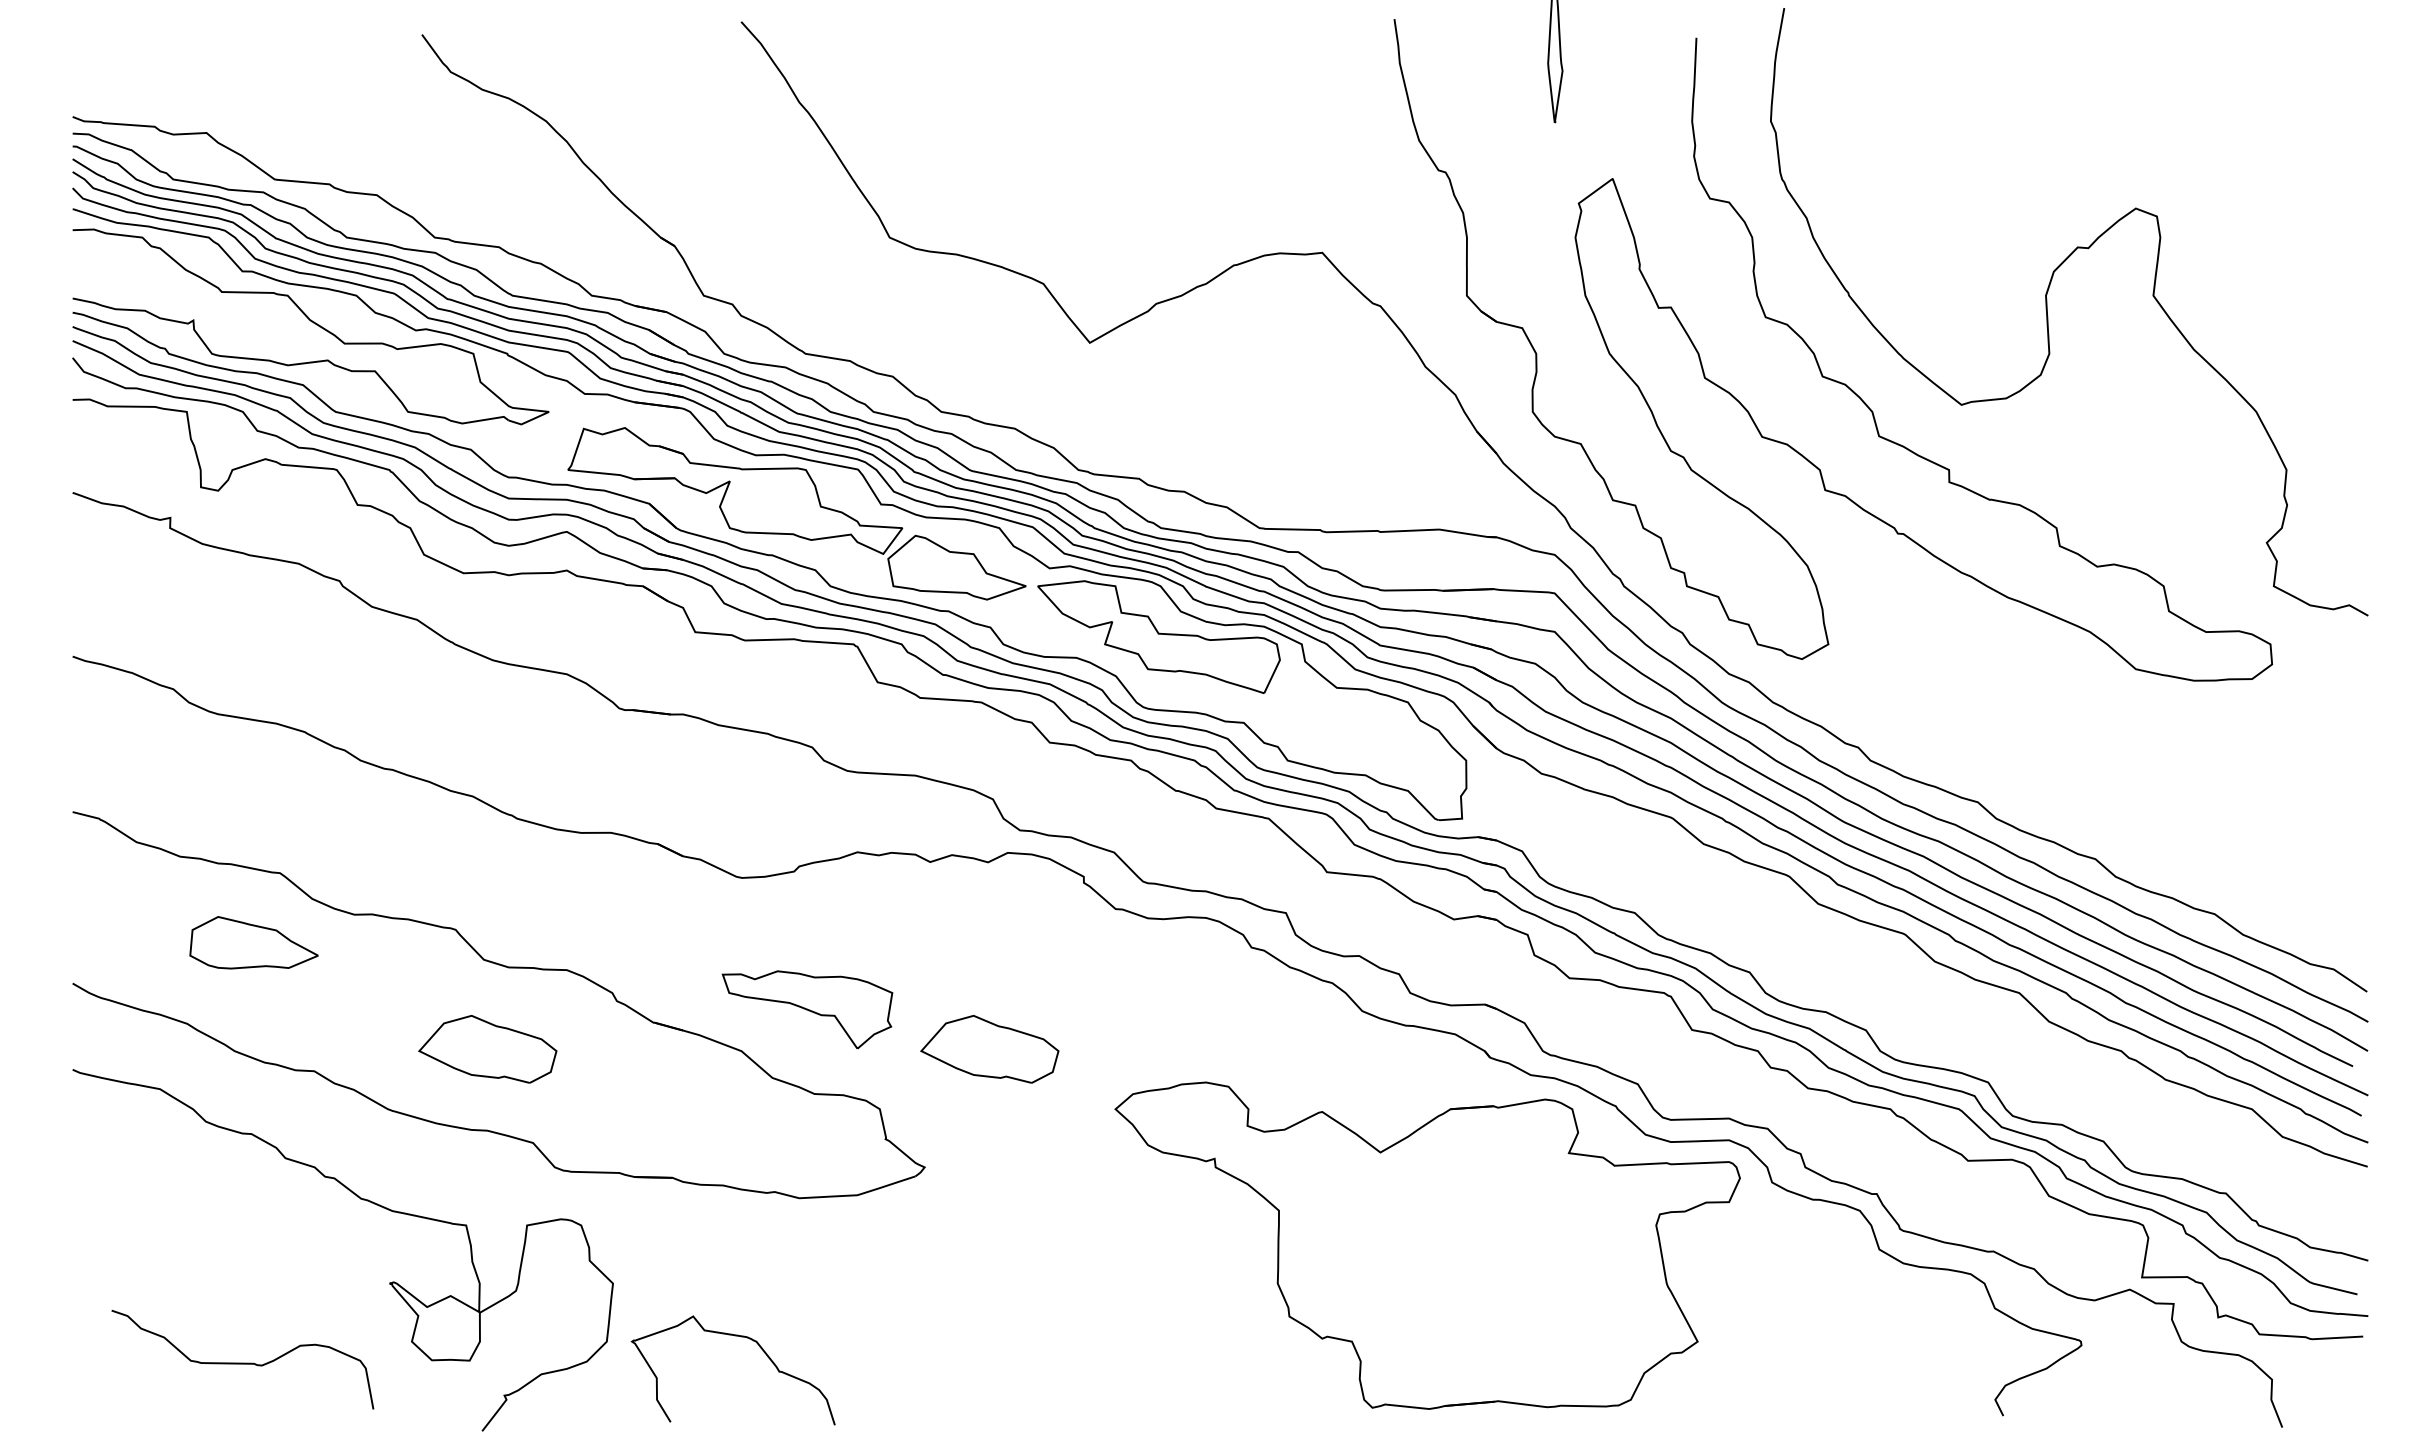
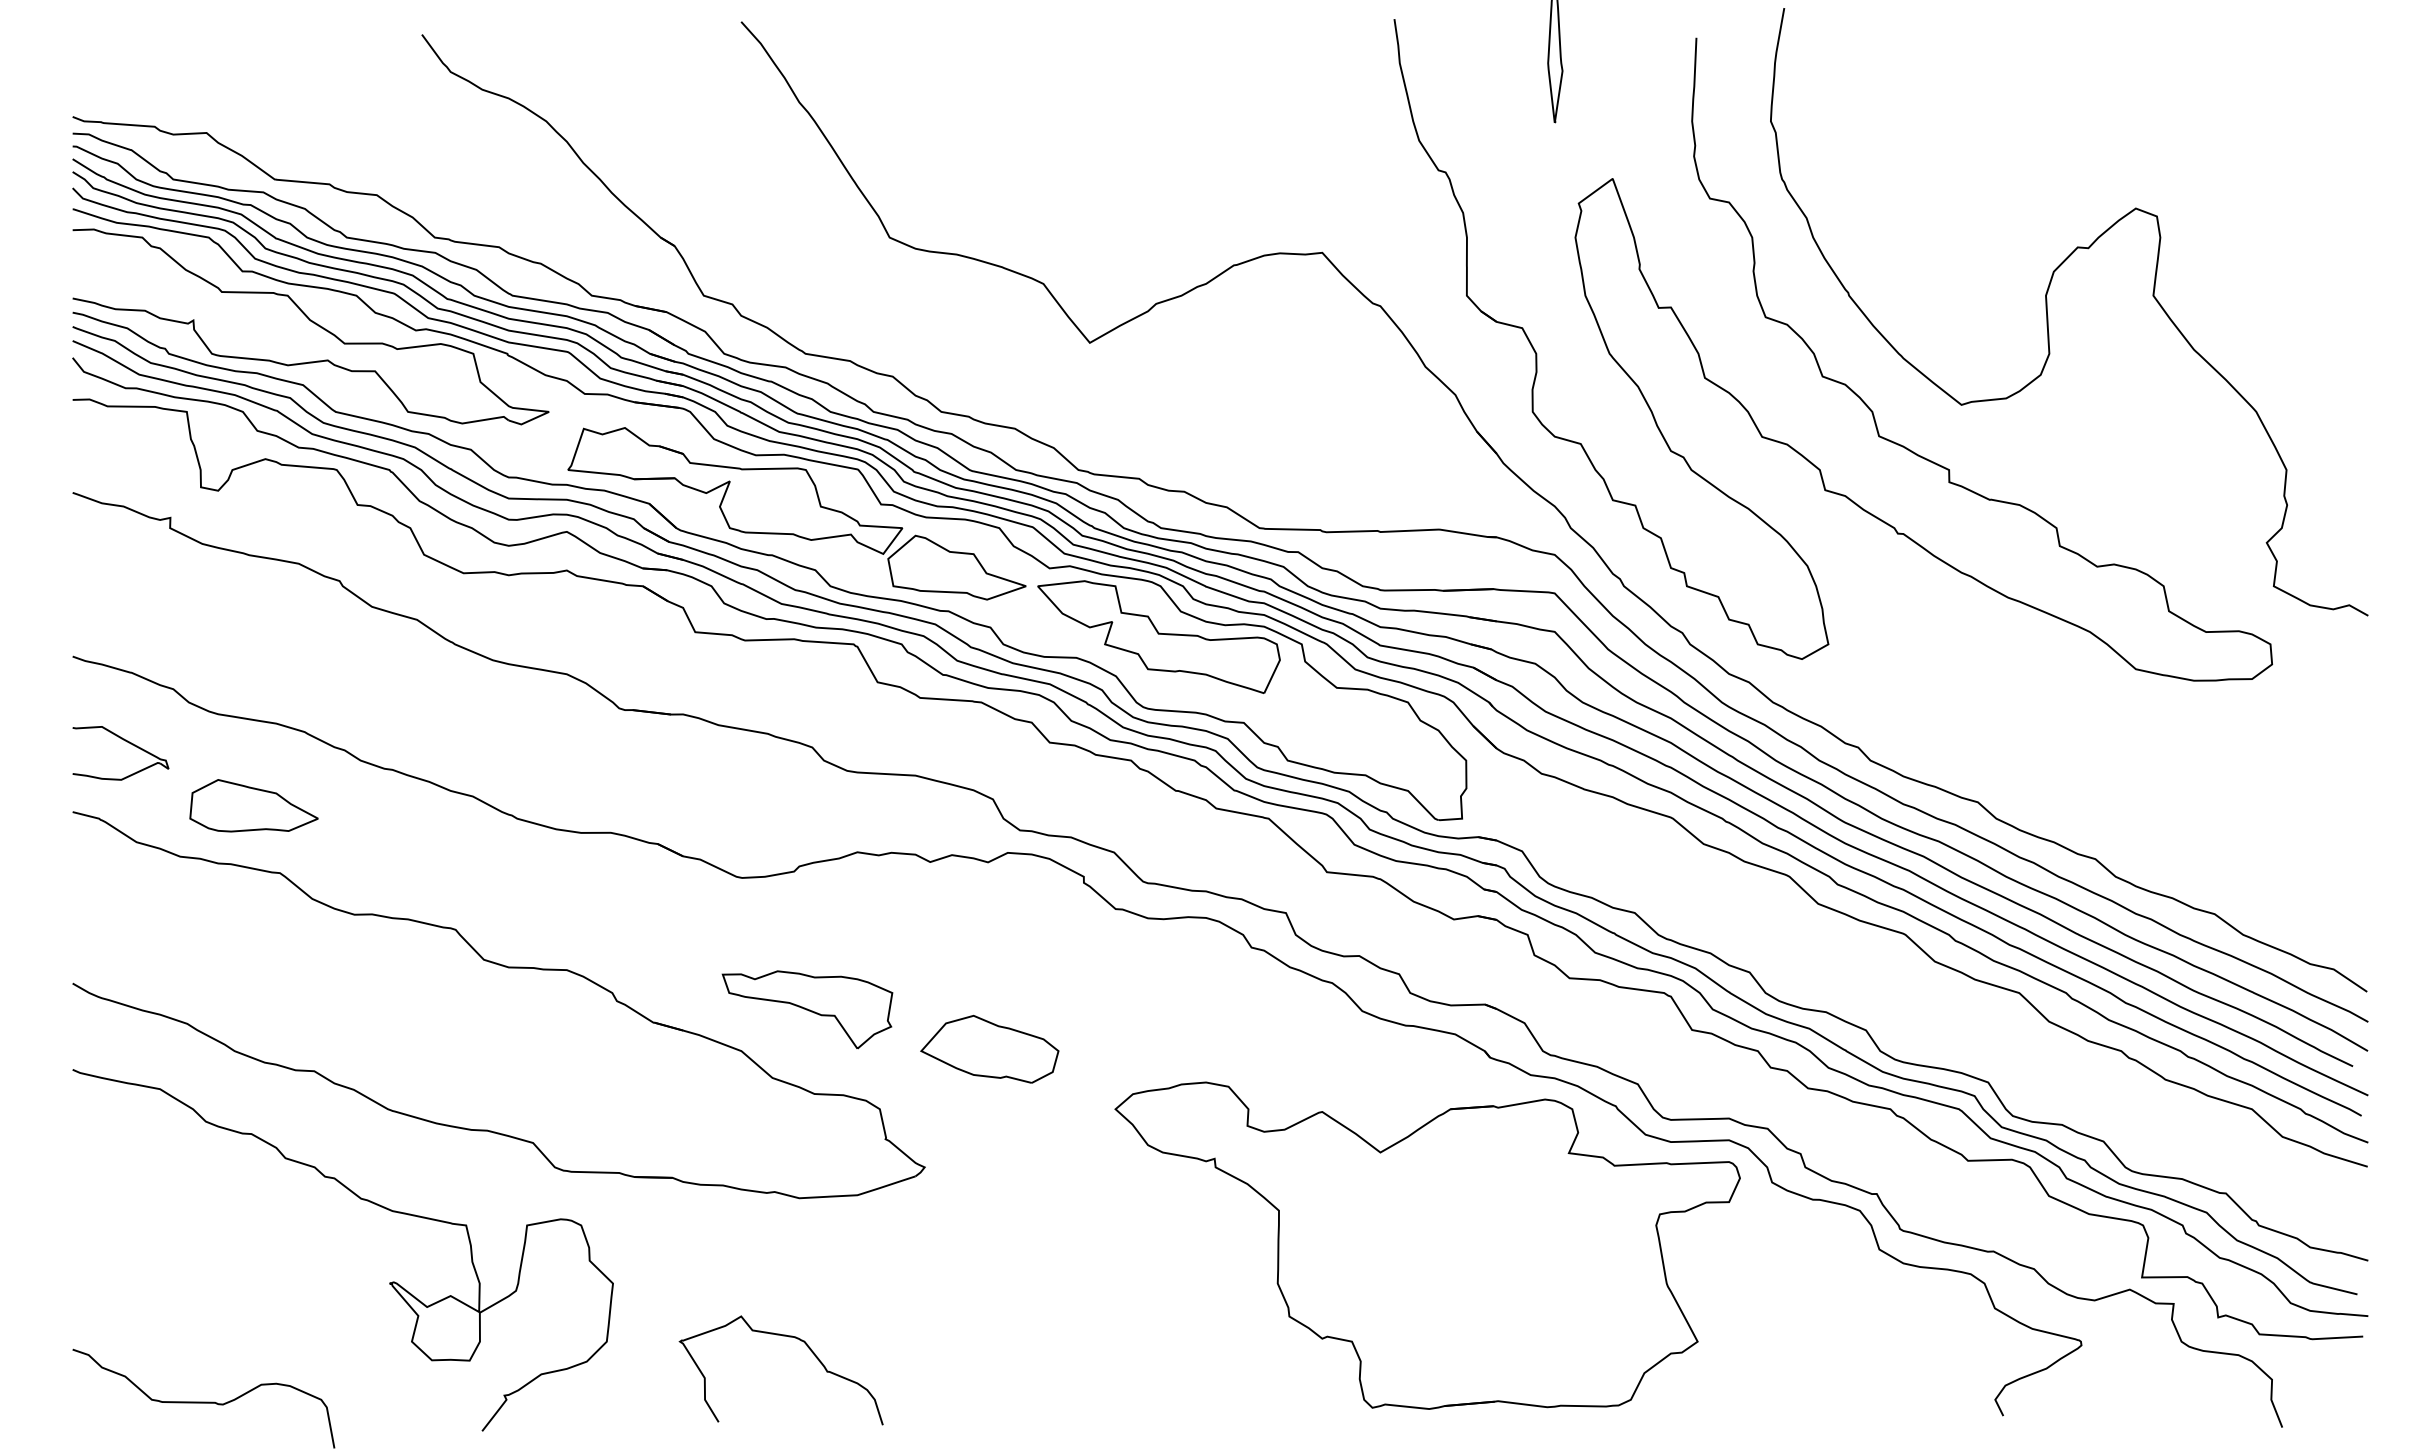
part at (128, 743): none -> present
part at (253, 942) position: (253, 942) -> (253, 805)
part at (487, 1048): present -> none
curve at (740, 1337) position: (740, 1337) -> (788, 1337)
curve at (242, 1362) position: (242, 1362) -> (203, 1401)
